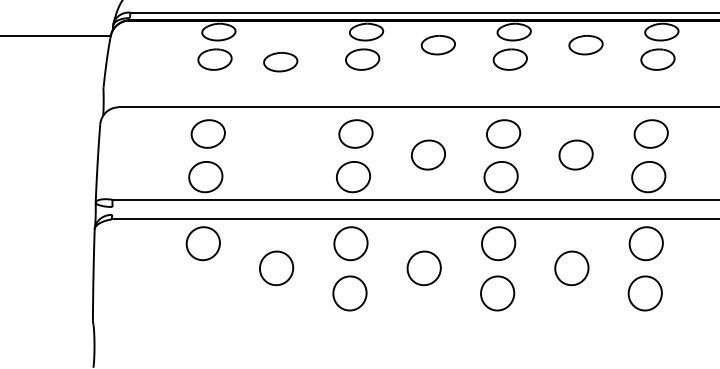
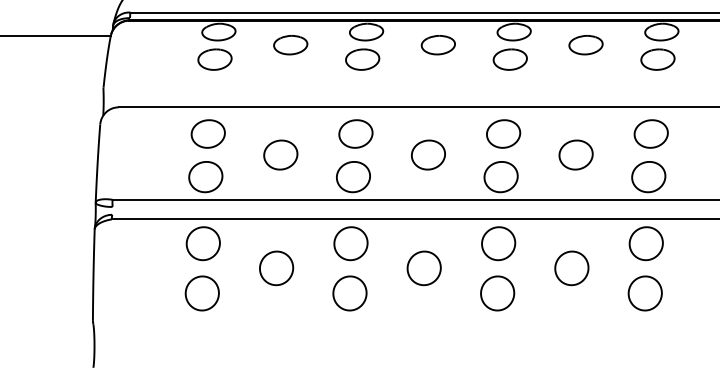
part at (280, 62) position: (280, 62) -> (290, 45)
part at (280, 154): none -> present
part at (201, 293): none -> present
